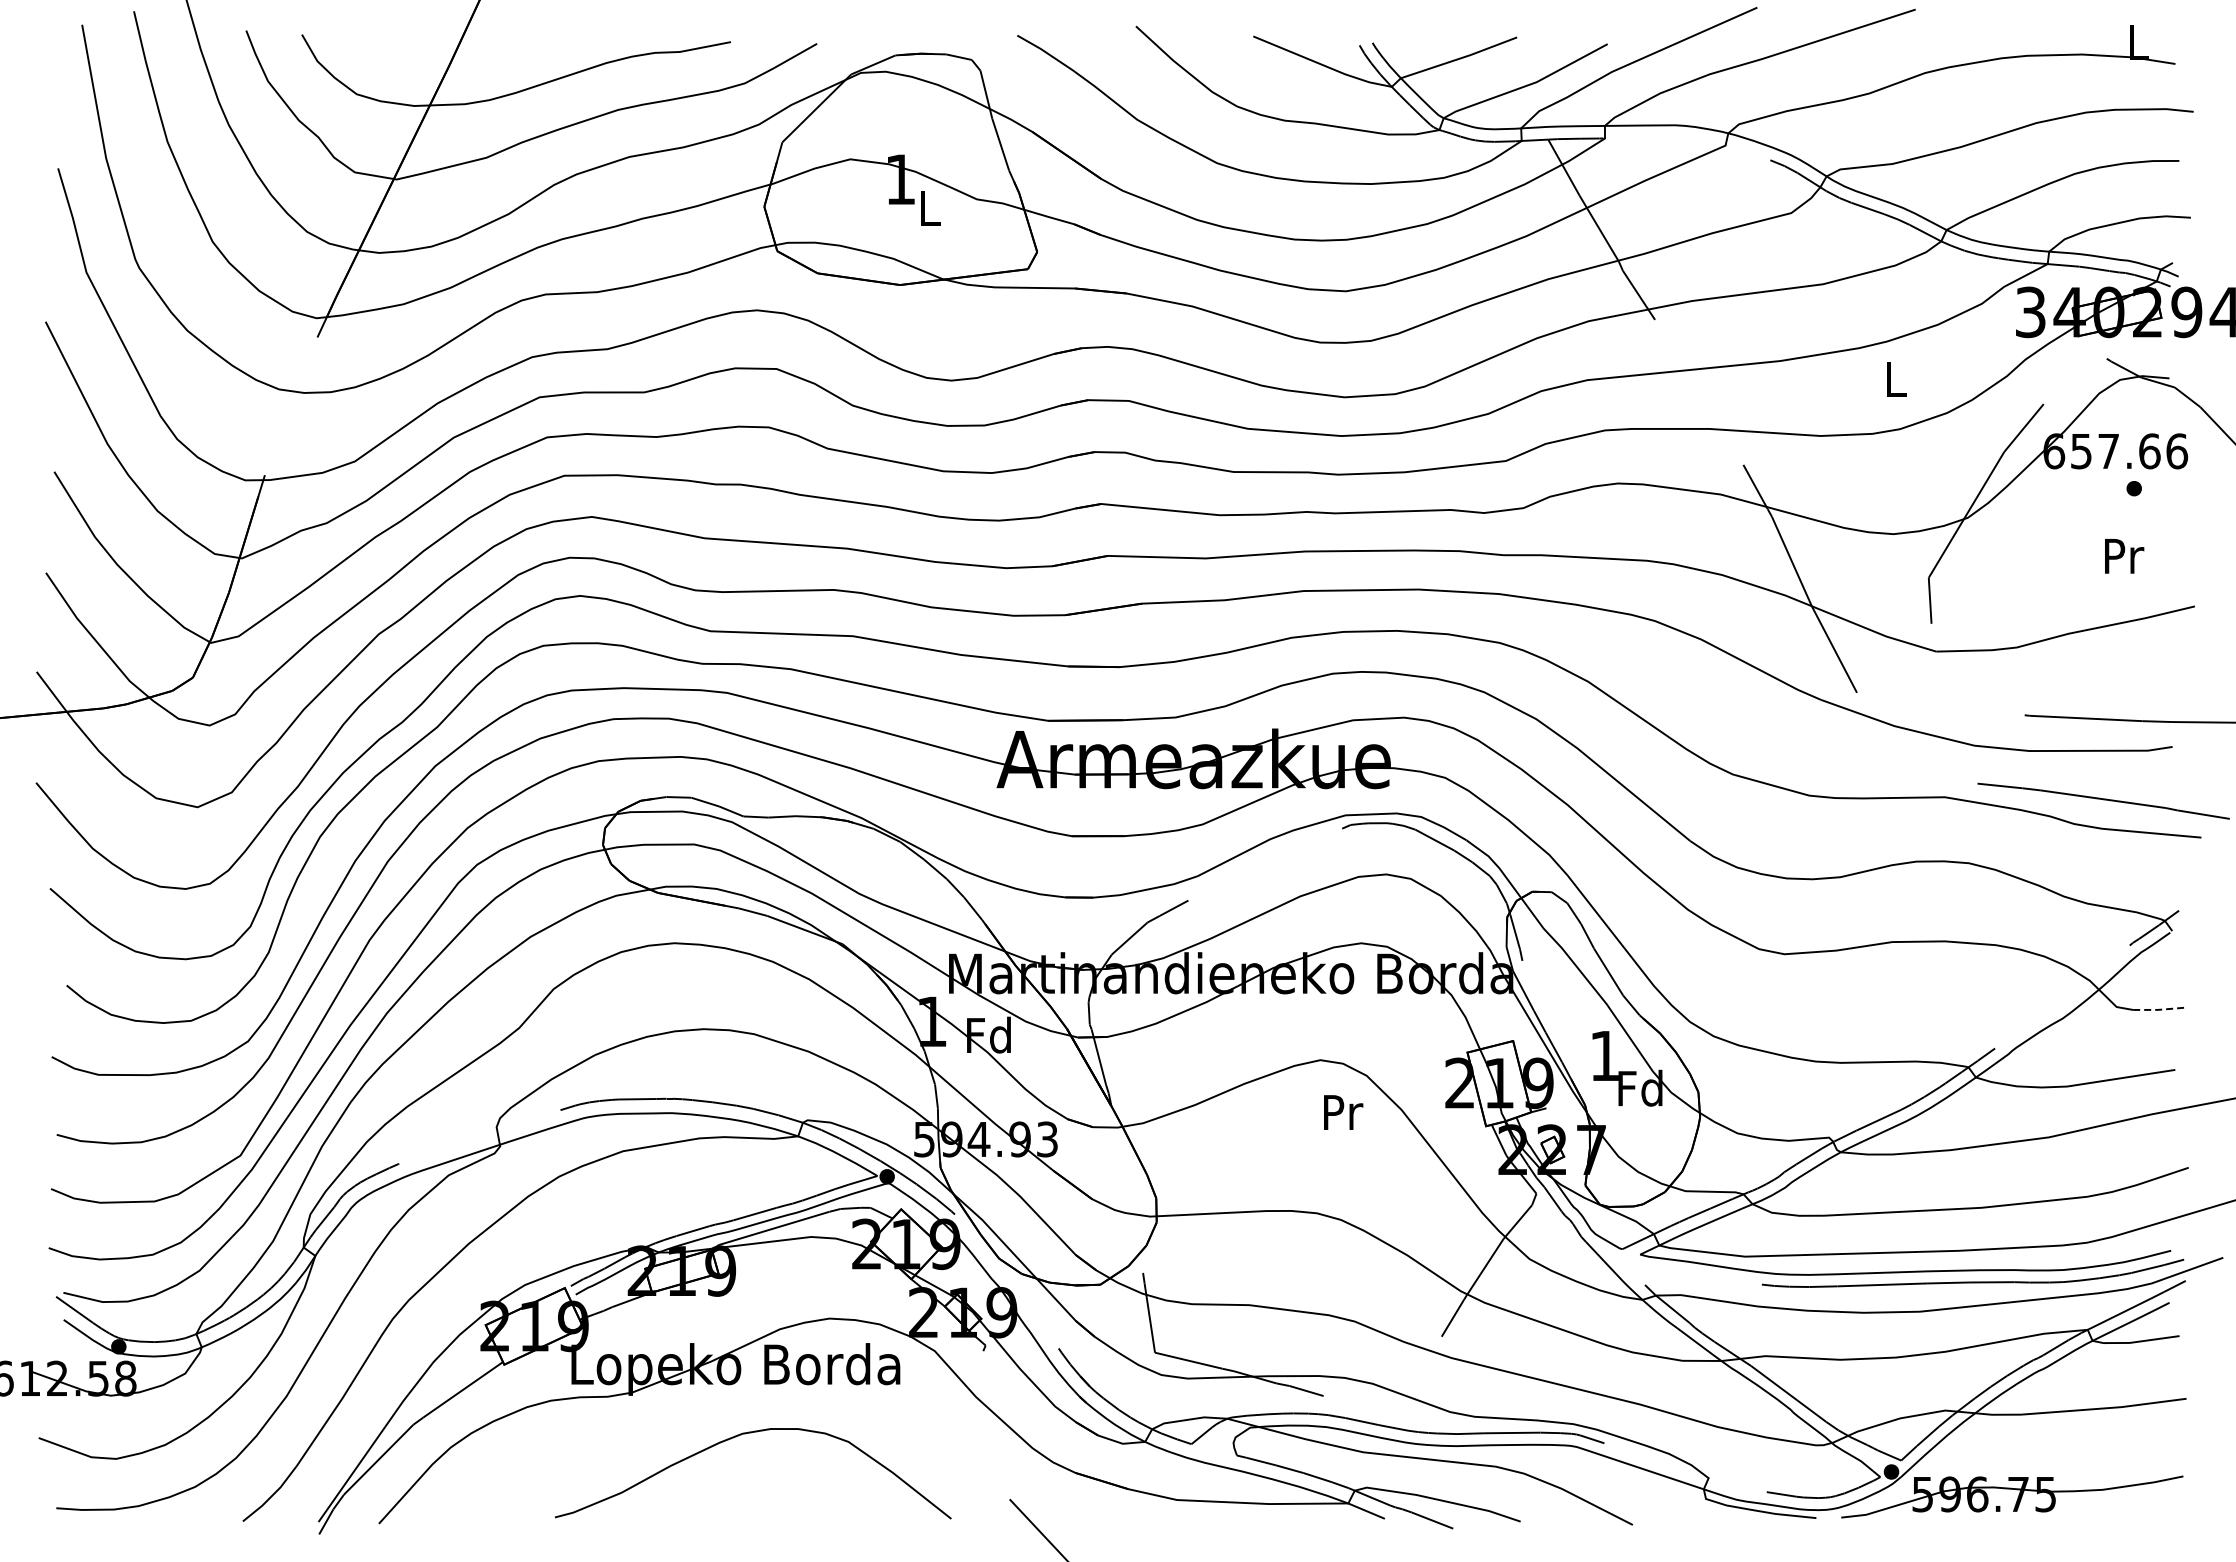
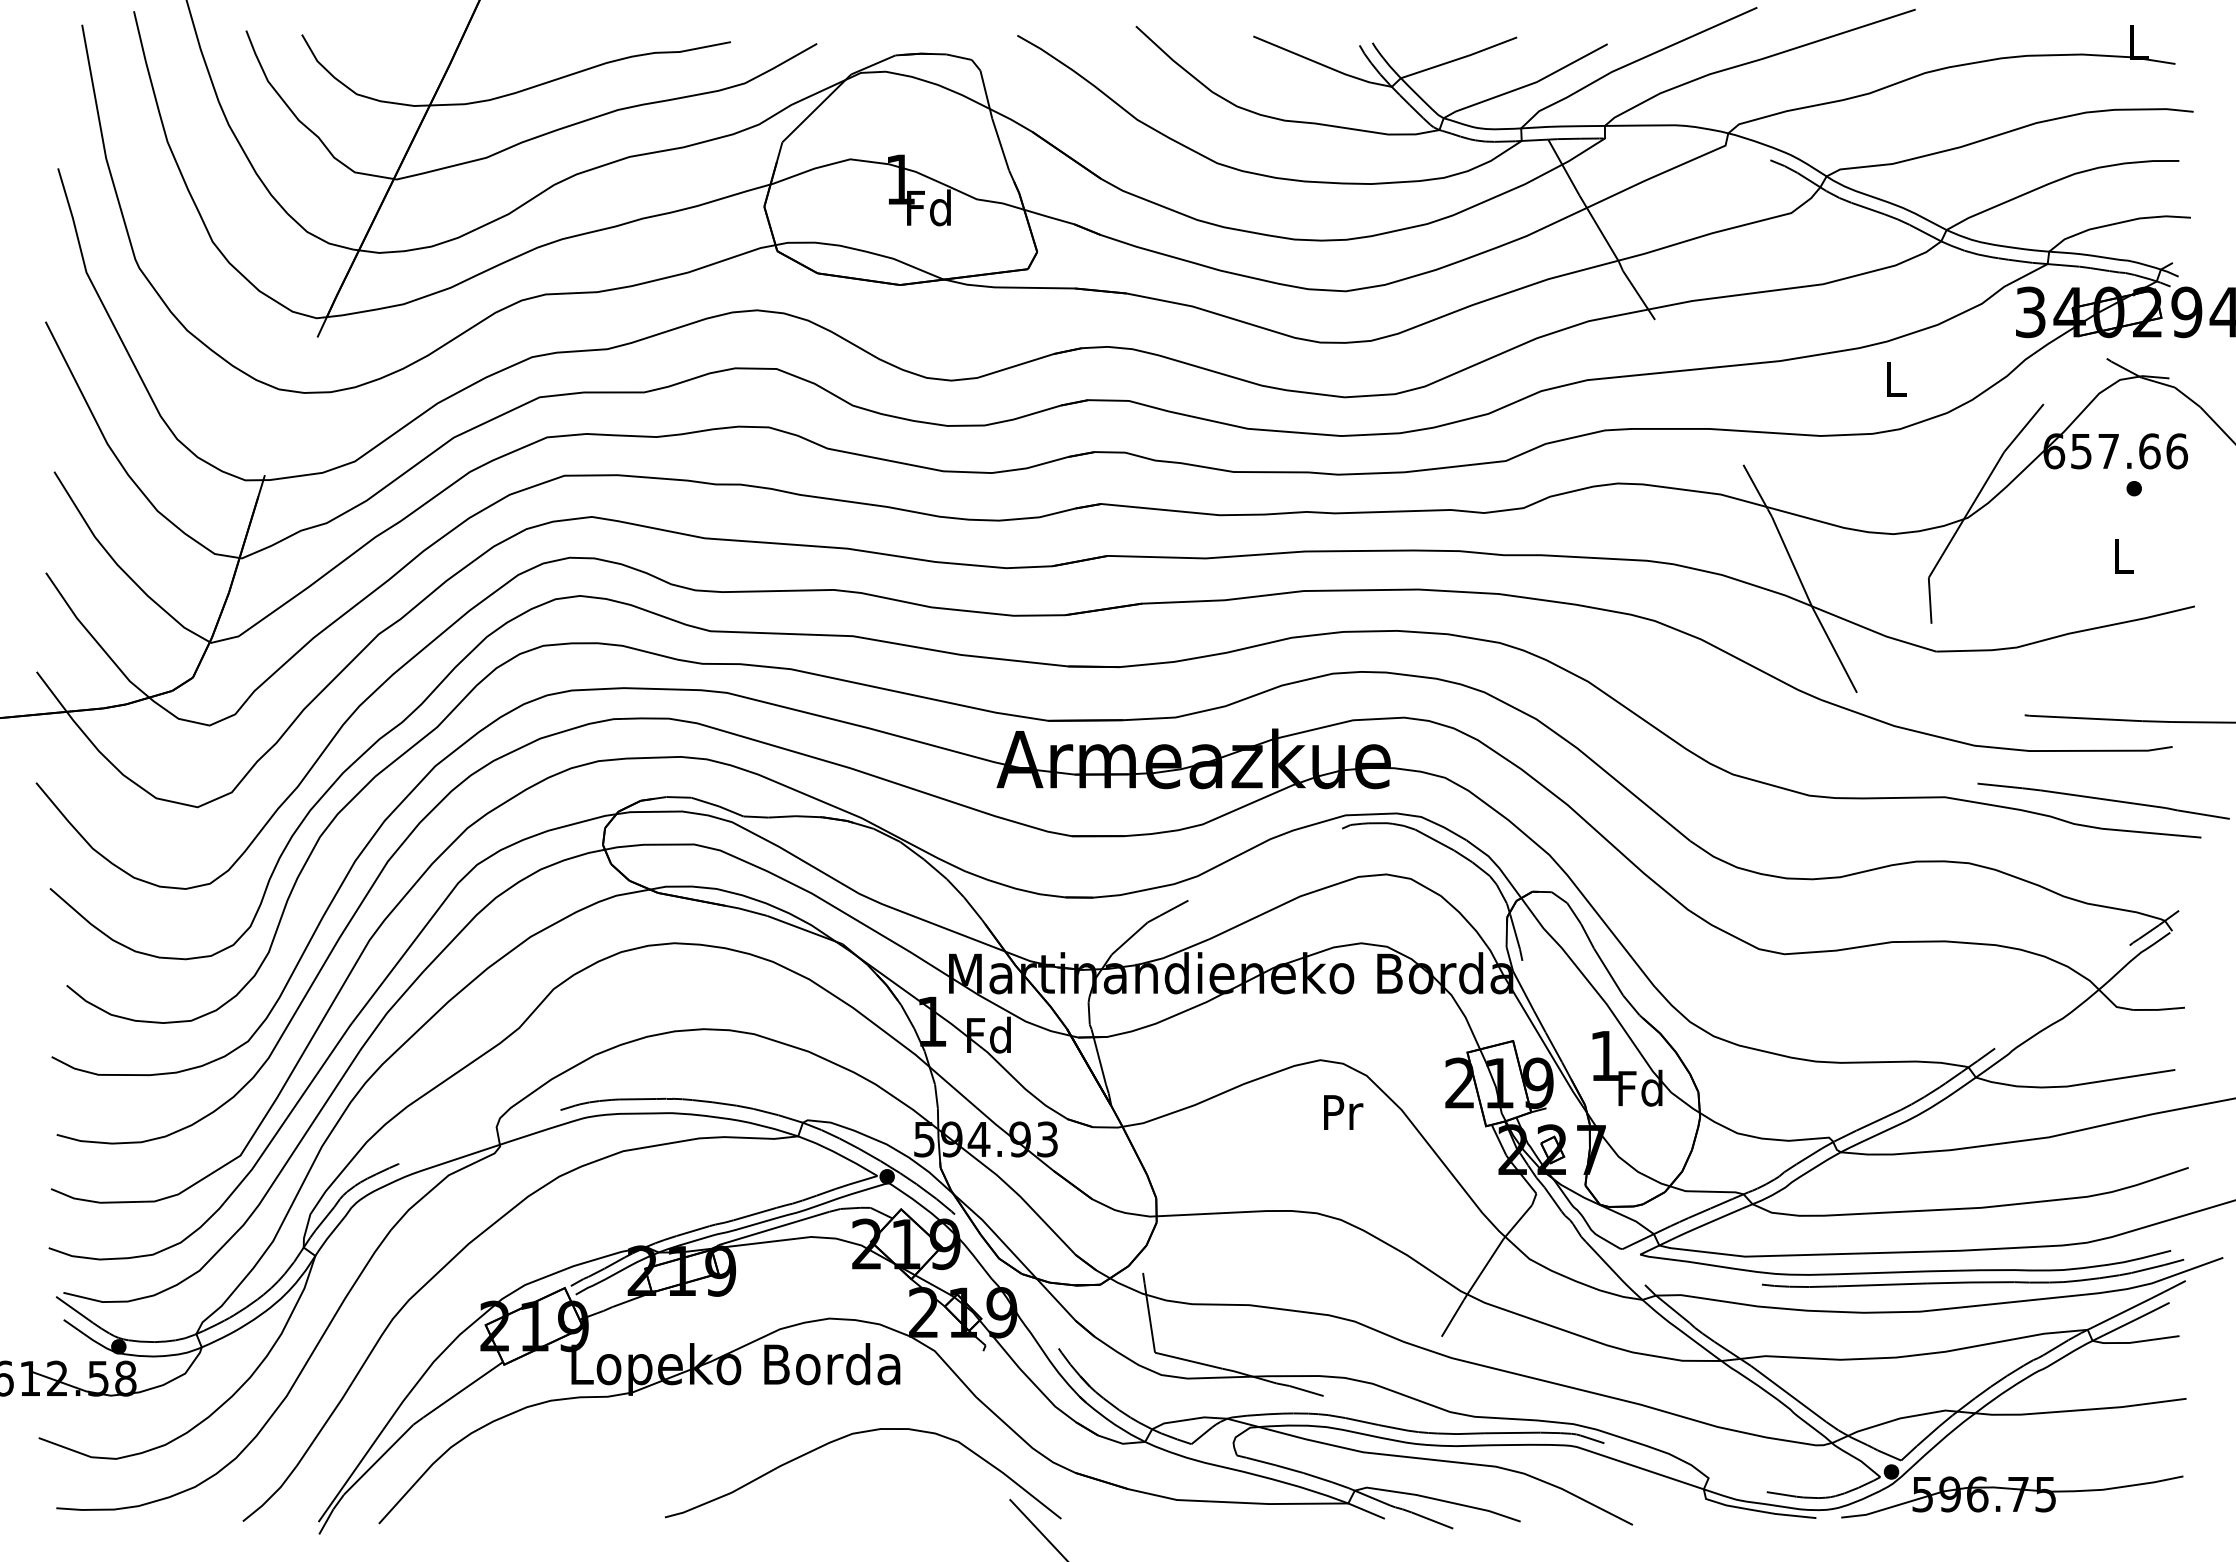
text at (928, 207): L -> Fd
text at (2124, 556): Pr -> L
line at (2158, 1009): dashed -> solid
curve at (736, 1437) position: (736, 1437) -> (846, 1437)
